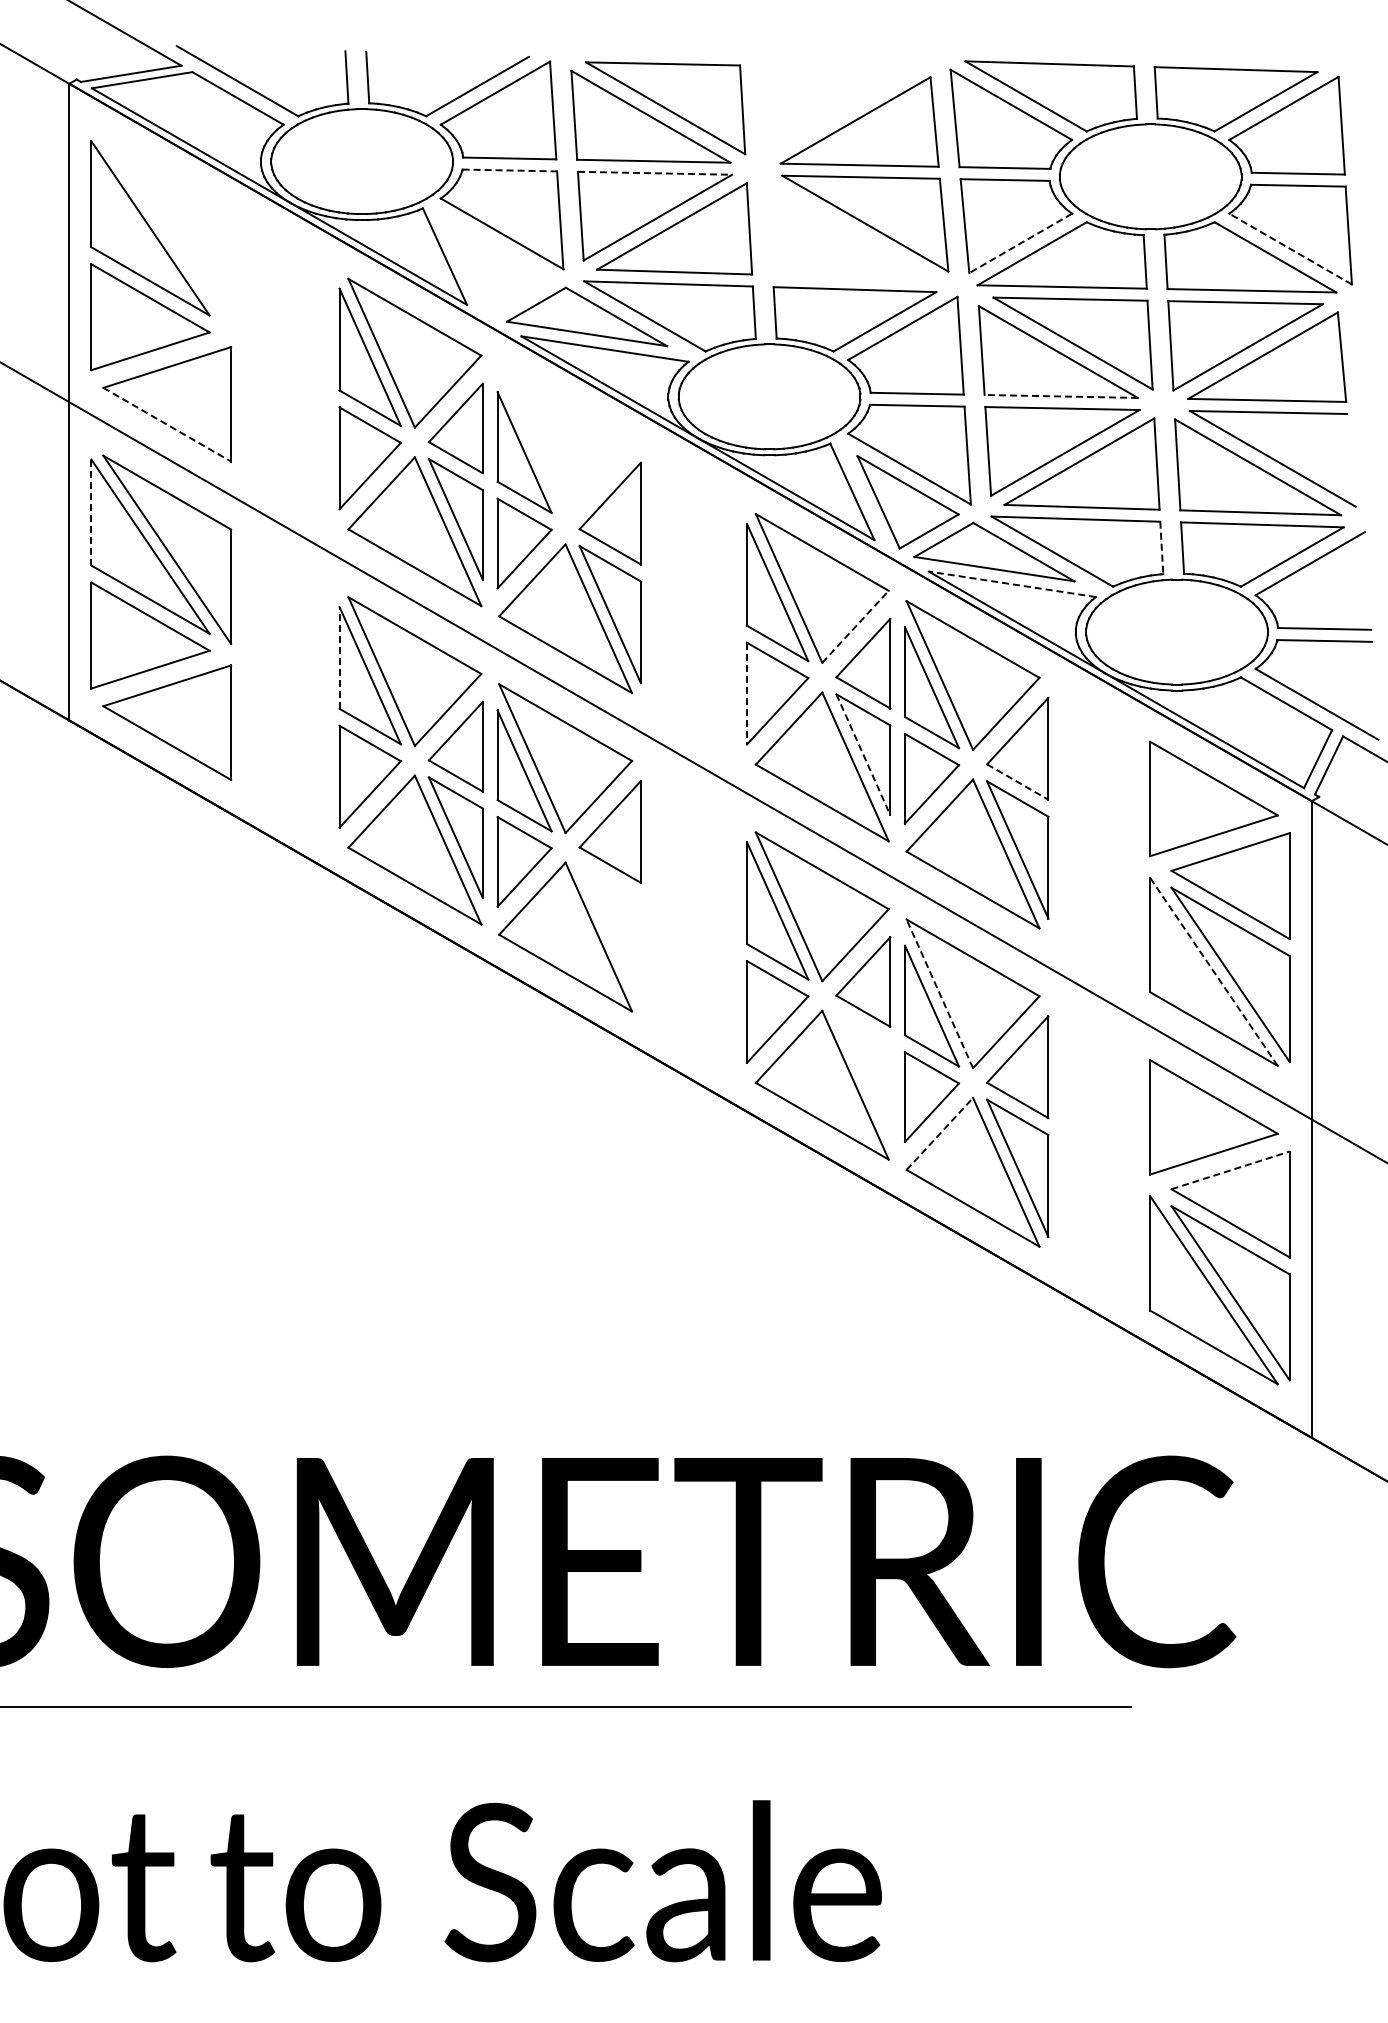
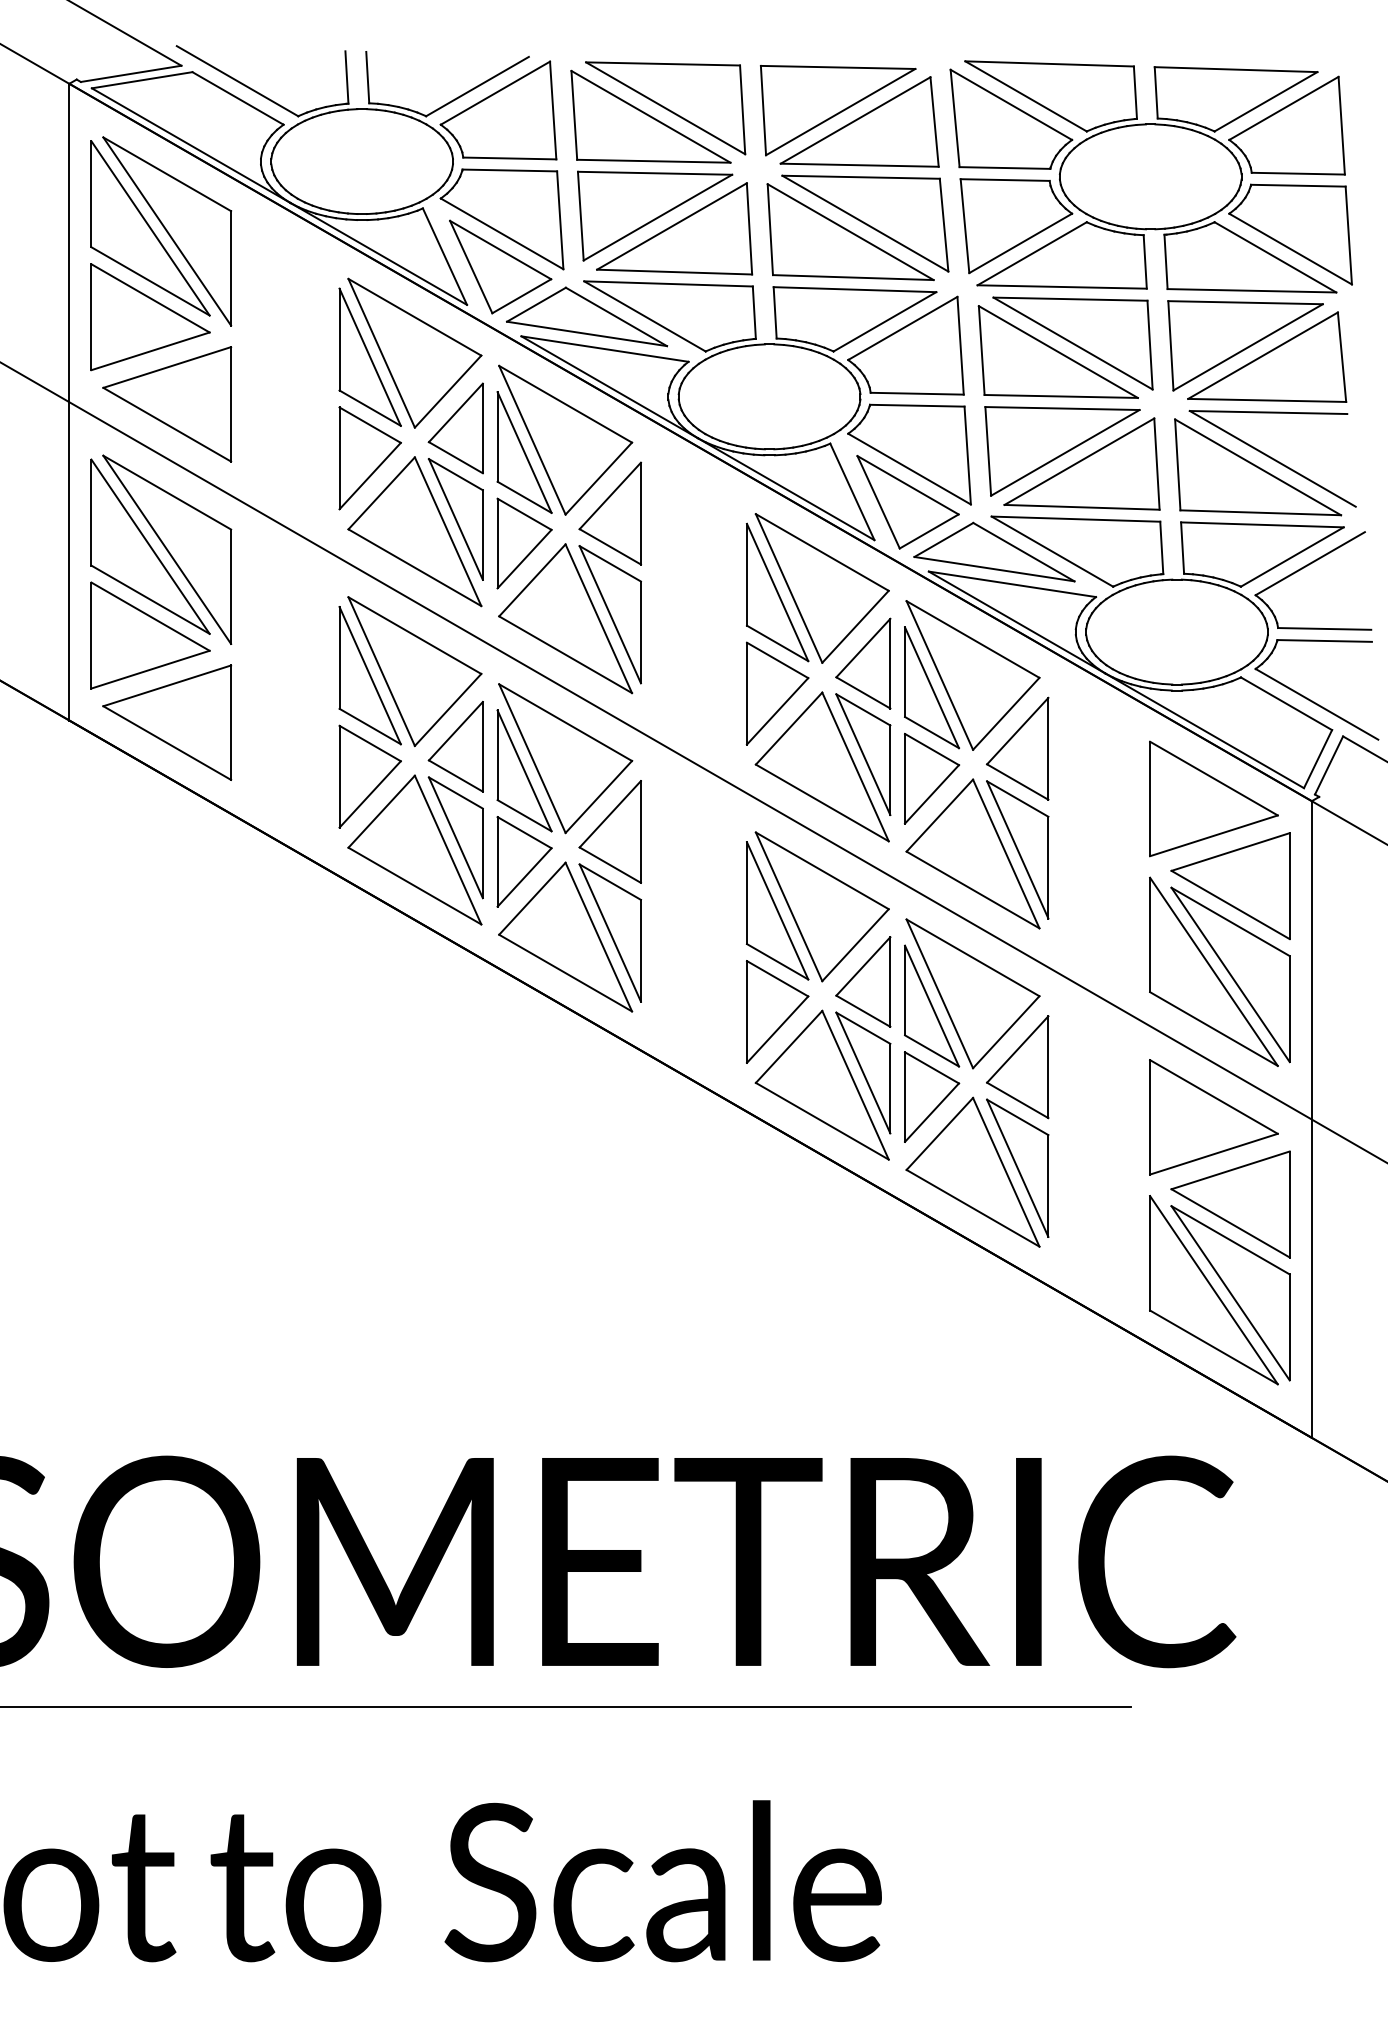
part at (838, 110): none -> present
line at (510, 170): dashed -> solid
line at (655, 173): dashed -> solid
part at (167, 231): none -> present
part at (850, 231): none -> present
line at (1020, 243): dashed -> solid
line at (1290, 249): dashed -> solid
part at (500, 266): none -> present
line at (1061, 396): dashed -> solid
line at (167, 424): dashed -> solid
part at (565, 439): none -> present
line at (91, 512): dashed -> solid
line at (1161, 548): dashed -> solid
line at (1012, 584): dashed -> solid
line at (855, 626): dashed -> solid
line at (339, 657): dashed -> solid
line at (746, 693): dashed -> solid
line at (863, 755): dashed -> solid
line at (1018, 782): dashed -> solid
part at (609, 932): none -> present
line at (1213, 971): dashed -> solid
line at (939, 993): dashed -> solid
part at (863, 1072): none -> present
line at (939, 1133): dashed -> solid
line at (1231, 1170): dashed -> solid
